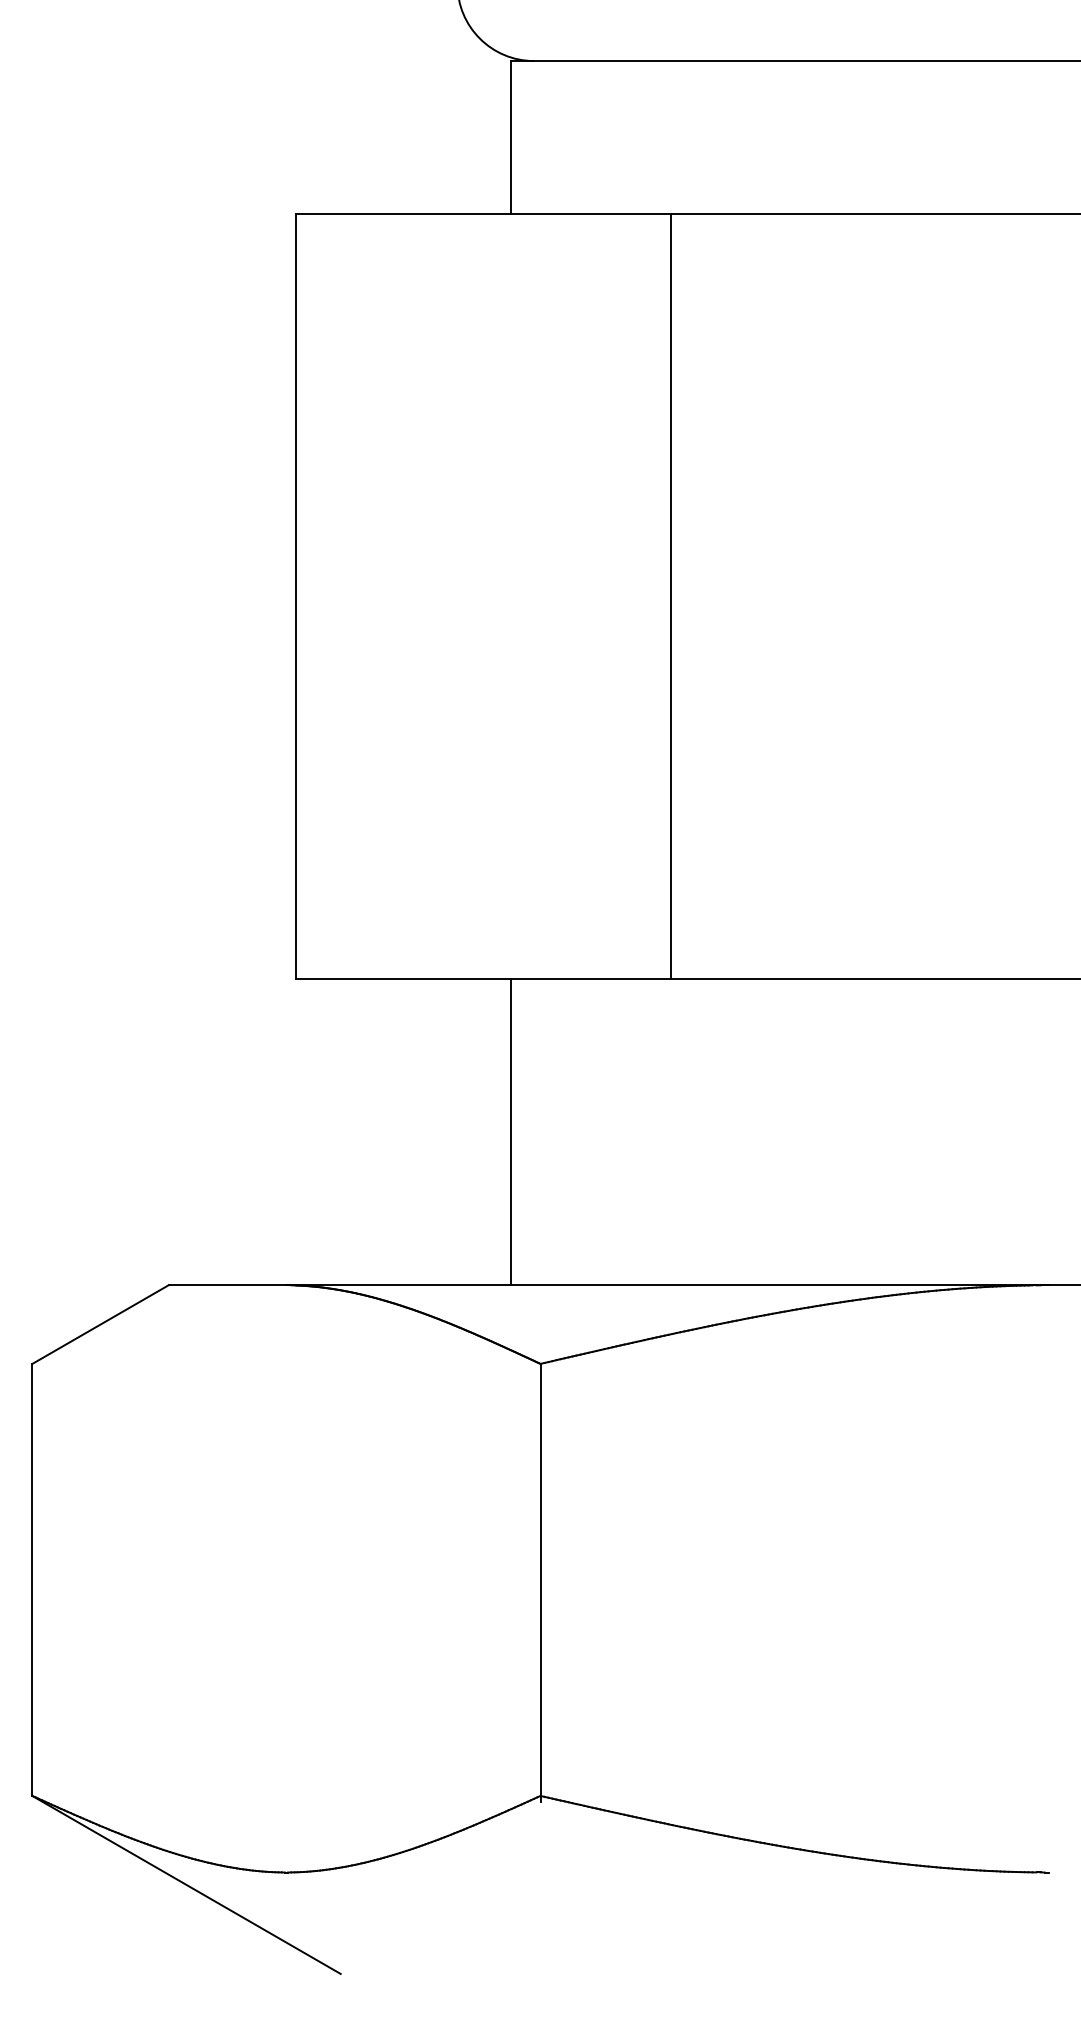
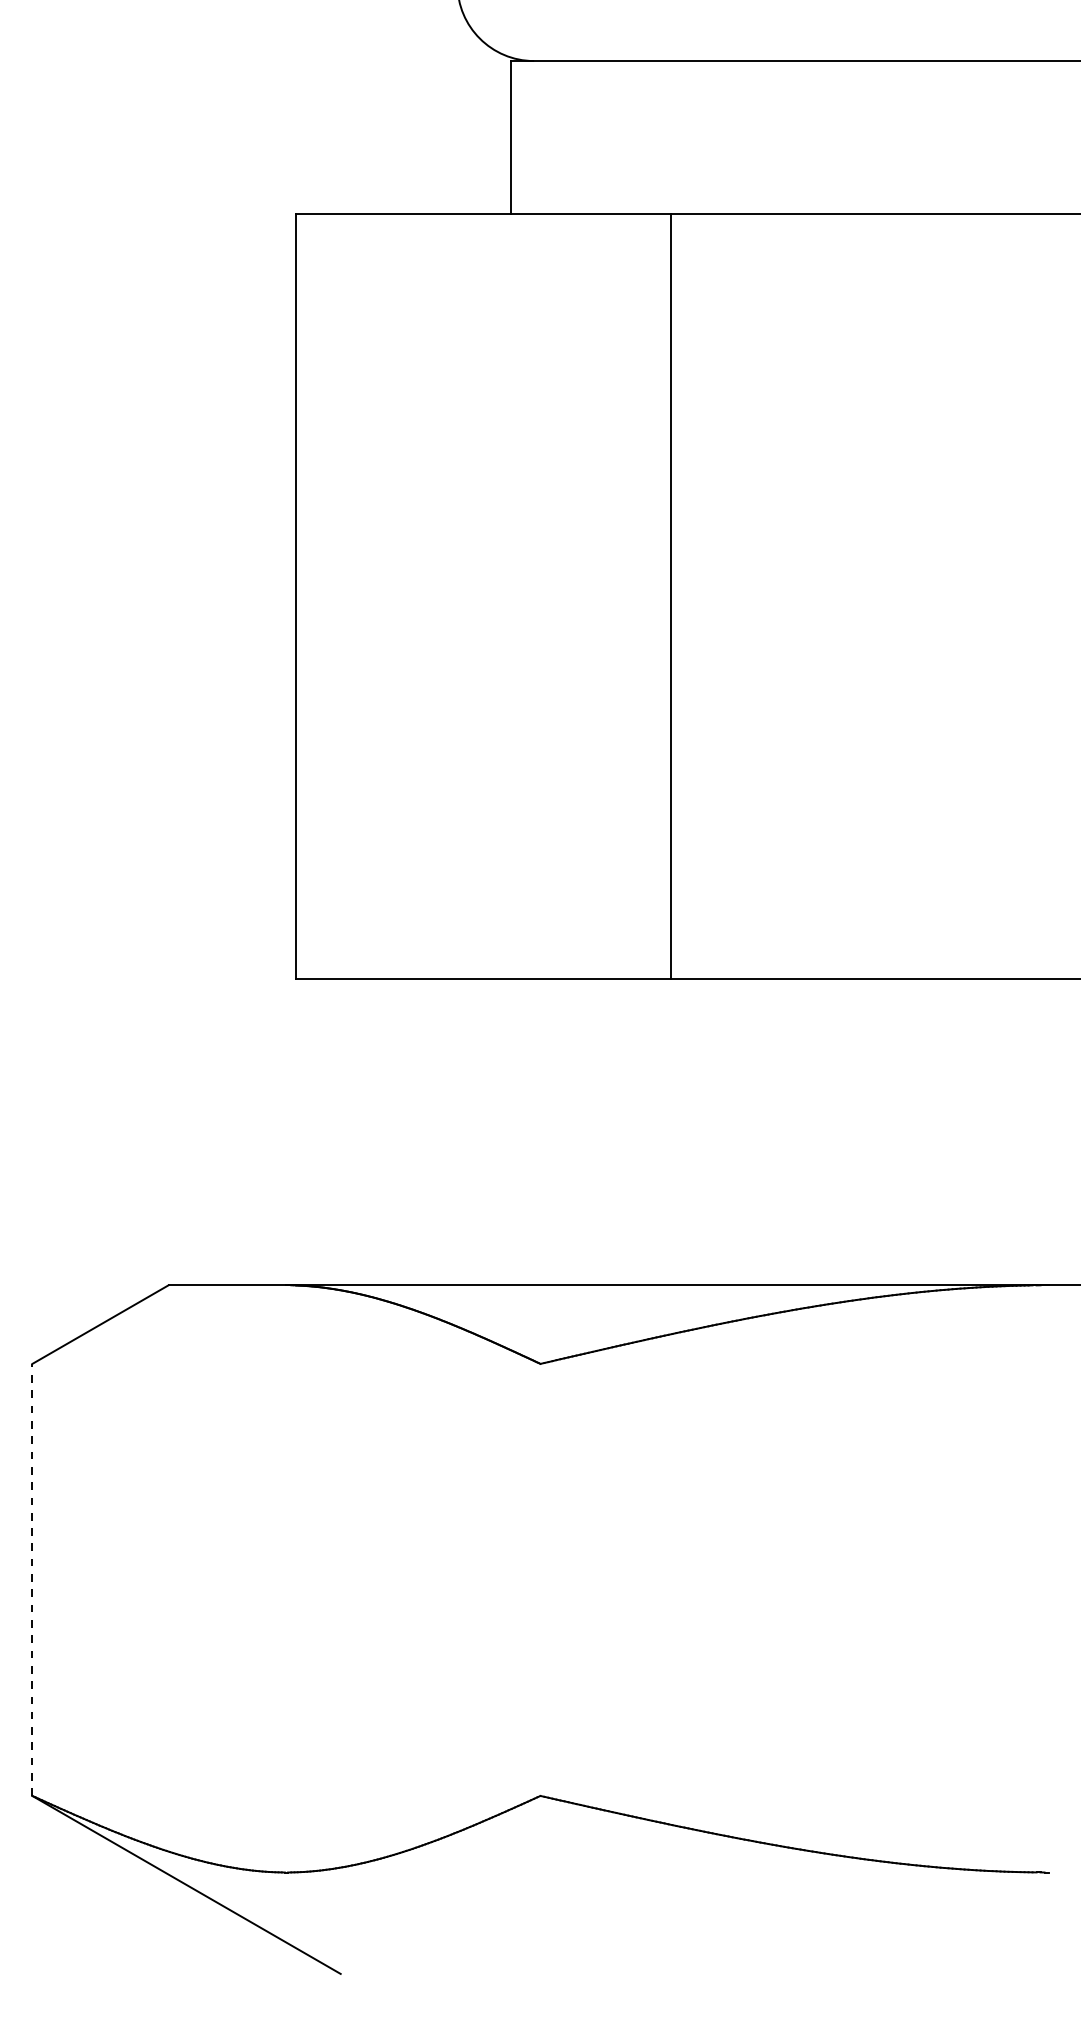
line at (511, 1132): present -> none
line at (32, 1579): solid -> dashed
line at (540, 1582): present -> none
